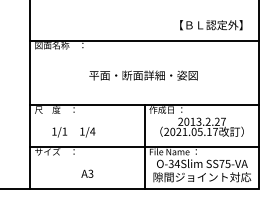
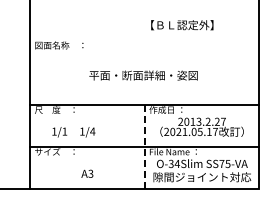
text at (211, 25) position: (211, 25) -> (182, 25)
line at (144, 40): present -> none
line at (144, 147): solid -> dashed
